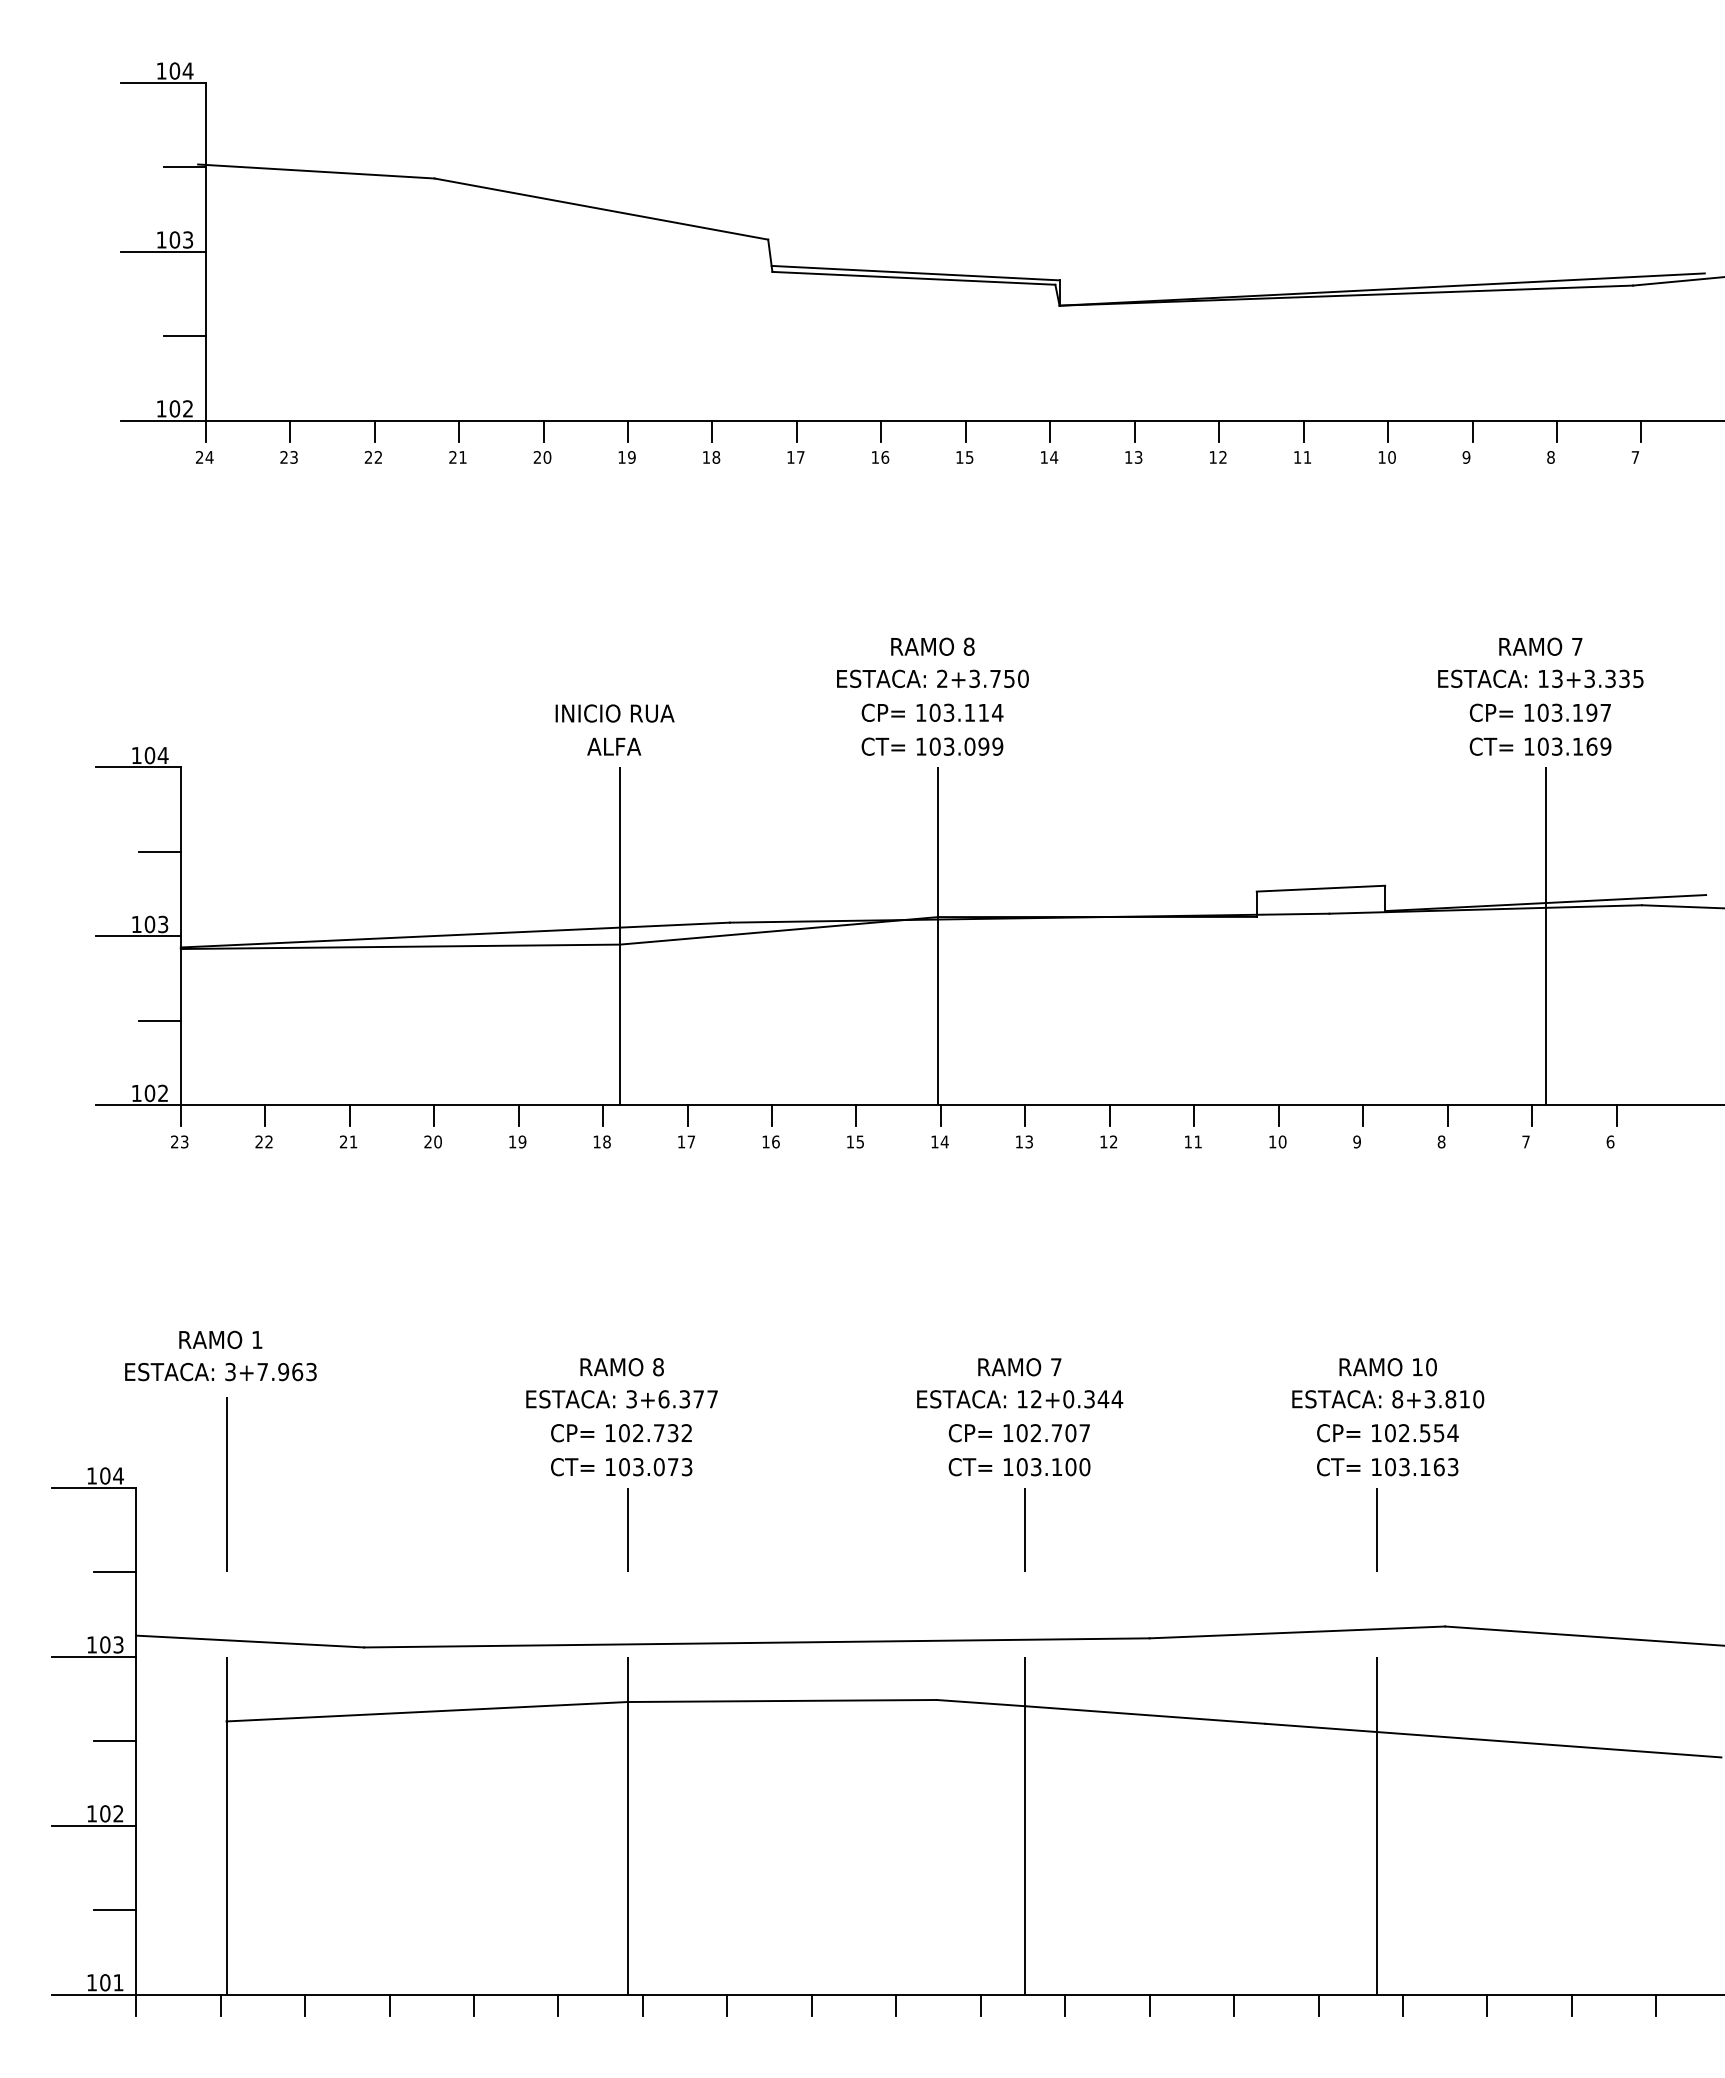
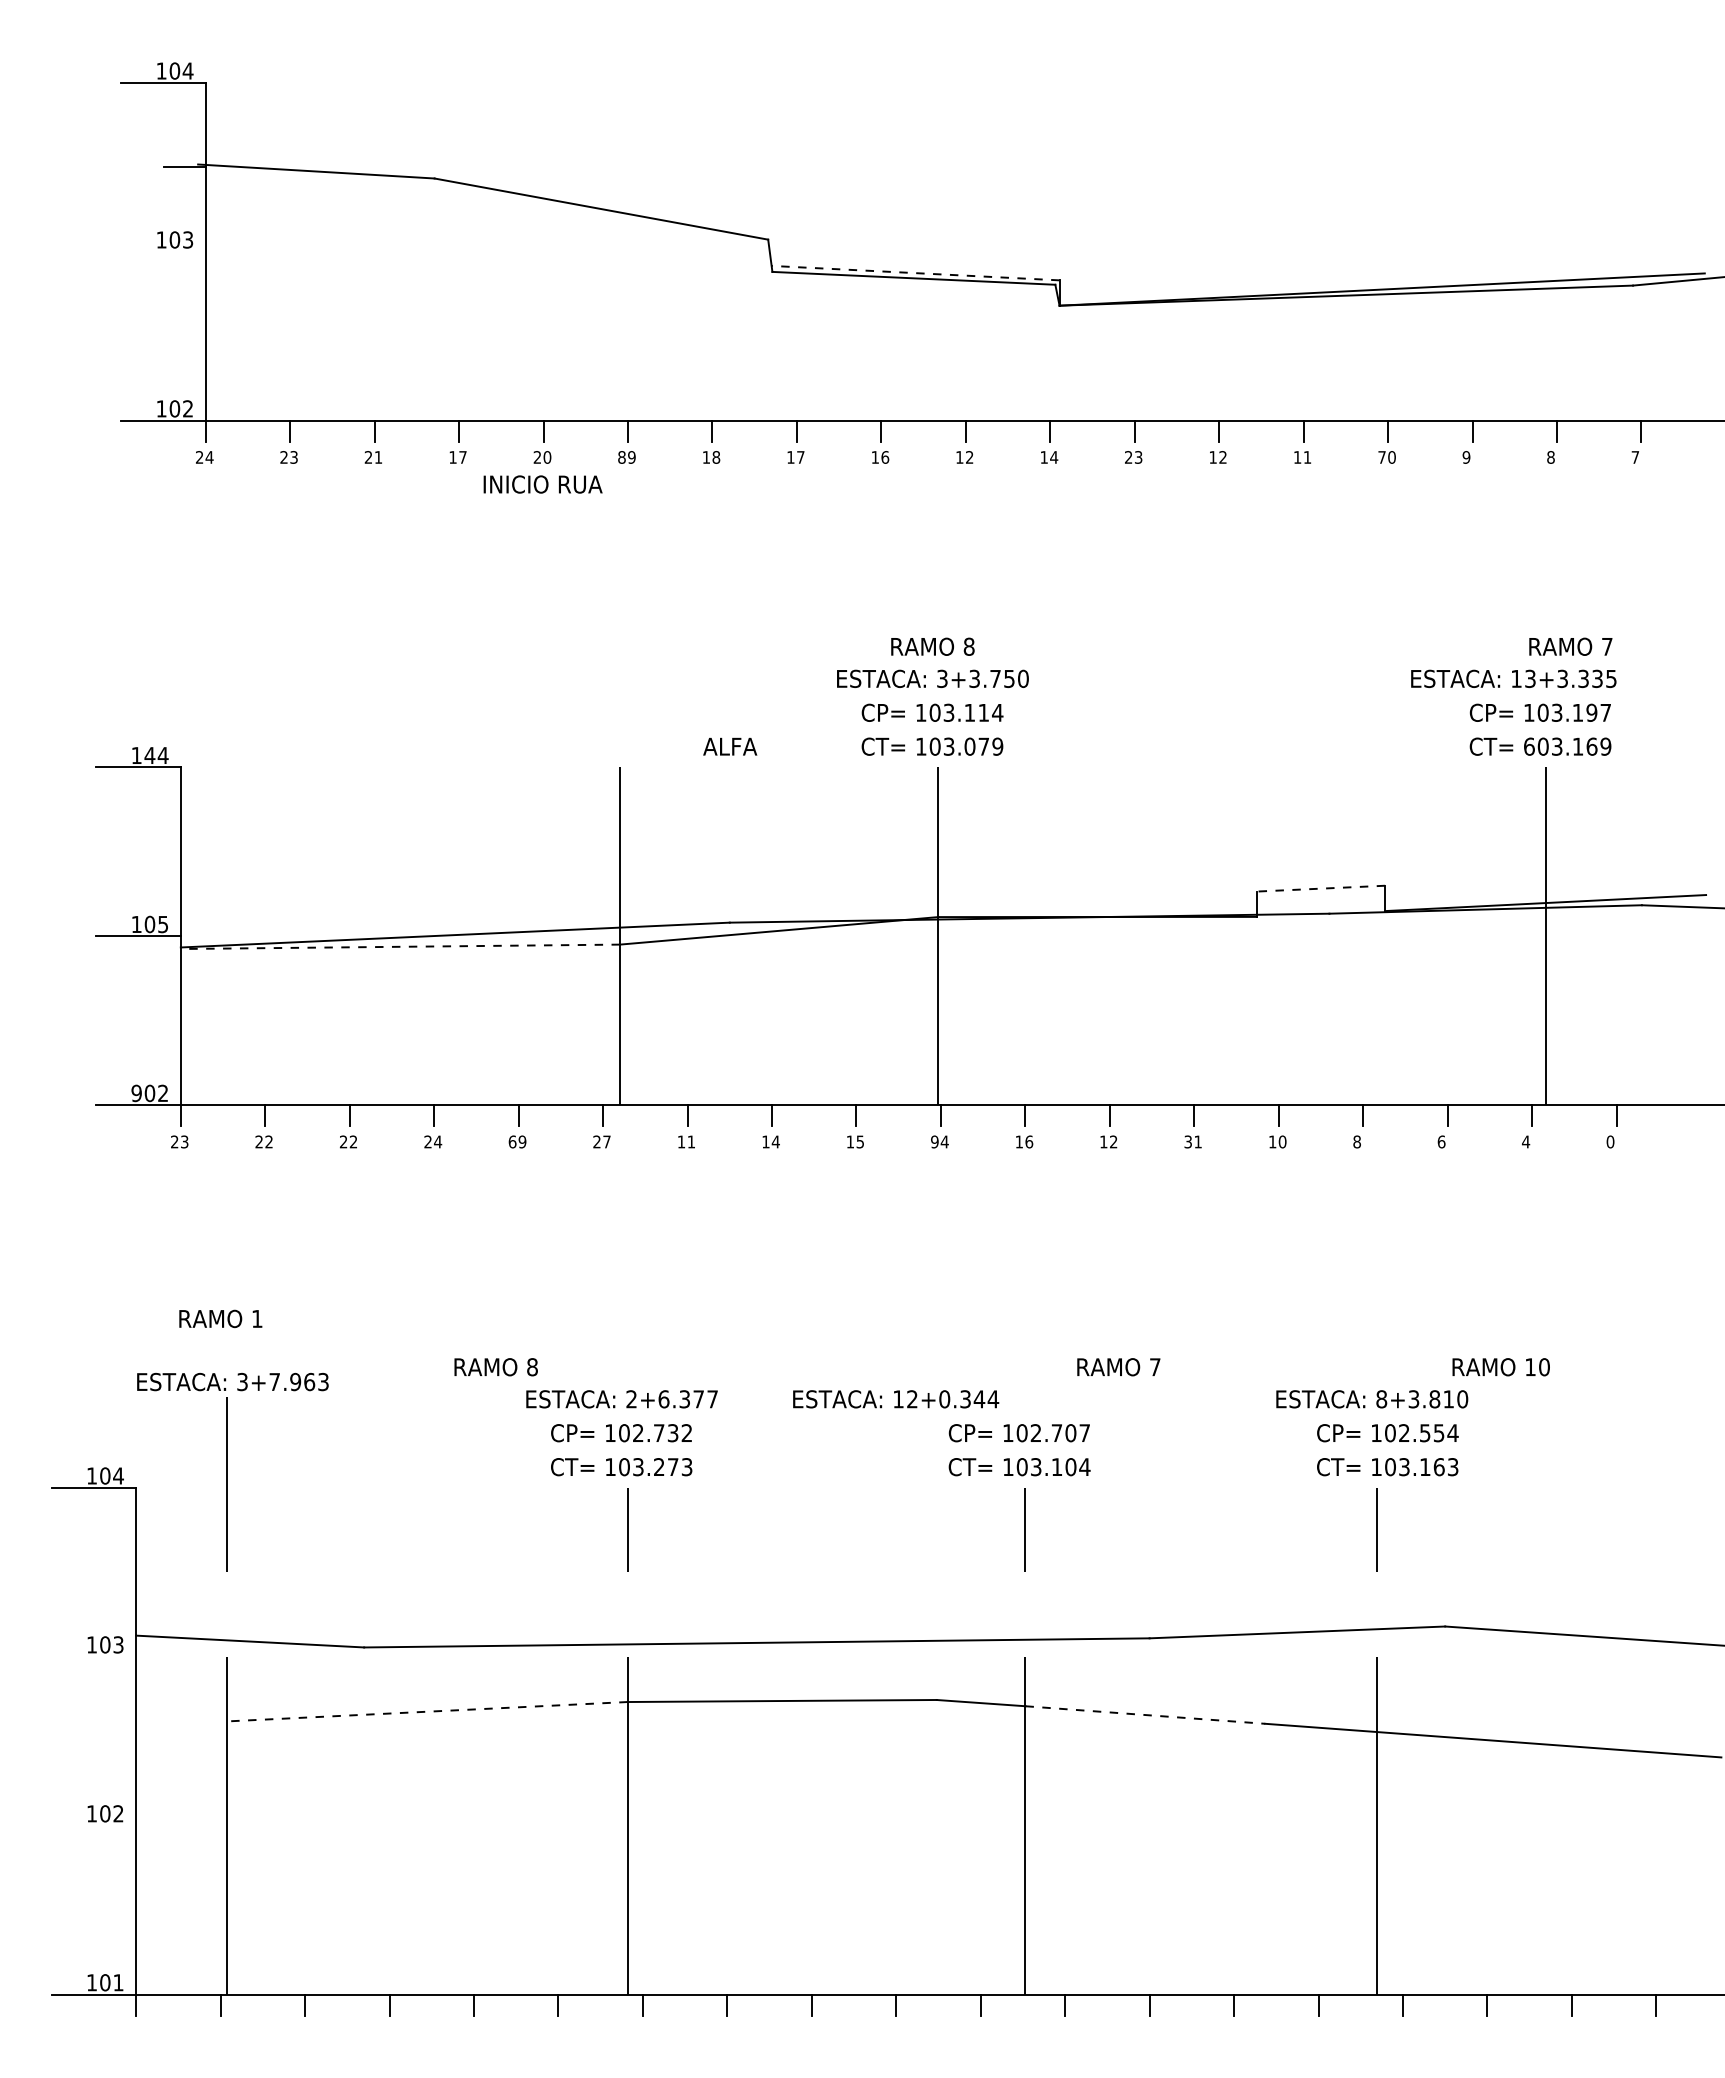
line at (163, 251): present -> none
line at (915, 273): solid -> dashed
line at (184, 336): present -> none
text at (377, 457): 22 -> 21
text at (457, 457): 21 -> 17
text at (621, 457): 19 -> 89
text at (969, 457): 15 -> 12
text at (1128, 457): 13 -> 23
text at (1381, 457): 10 -> 70
text at (1540, 646) position: (1540, 646) -> (1570, 646)
text at (1540, 678) position: (1540, 678) -> (1513, 678)
text at (942, 679): 2+3.750 -> 3+3.750
text at (614, 713) position: (614, 713) -> (542, 484)
text at (614, 746) position: (614, 746) -> (730, 746)
text at (983, 746): 103.099 -> 103.079
text at (1529, 746): 103.169 -> 603.169
text at (149, 755): 104 -> 144
line at (159, 851): present -> none
line at (1320, 888): solid -> dashed
text at (163, 923): 103 -> 105
line at (400, 946): solid -> dashed
line at (159, 1020): present -> none
text at (136, 1093): 102 -> 902
text at (353, 1141): 21 -> 22
text at (438, 1141): 20 -> 24
text at (512, 1141): 19 -> 69
text at (601, 1141): 18 -> 27
text at (690, 1141): 17 -> 11
text at (775, 1141): 16 -> 14
text at (934, 1141): 14 -> 94
text at (1029, 1141): 13 -> 16
text at (1187, 1141): 11 -> 31
text at (1356, 1141): 9 -> 8
text at (1441, 1141): 8 -> 6
text at (1526, 1141): 7 -> 4
text at (1610, 1141): 6 -> 0
text at (220, 1339) position: (220, 1339) -> (220, 1318)
text at (621, 1367) position: (621, 1367) -> (495, 1367)
text at (1019, 1367) position: (1019, 1367) -> (1118, 1367)
text at (1387, 1367) position: (1387, 1367) -> (1500, 1367)
text at (220, 1372) position: (220, 1372) -> (232, 1382)
text at (631, 1399): 3+6.377 -> 2+6.377
text at (1020, 1399) position: (1020, 1399) -> (896, 1399)
text at (1388, 1399) position: (1388, 1399) -> (1372, 1399)
text at (658, 1467): 103.073 -> 103.273
text at (1084, 1467): 103.100 -> 103.104
line at (114, 1572): present -> none
line at (93, 1656): present -> none
line at (427, 1711): solid -> dashed
line at (1145, 1715): solid -> dashed
line at (114, 1741): present -> none
line at (93, 1825): present -> none
line at (114, 1910): present -> none
